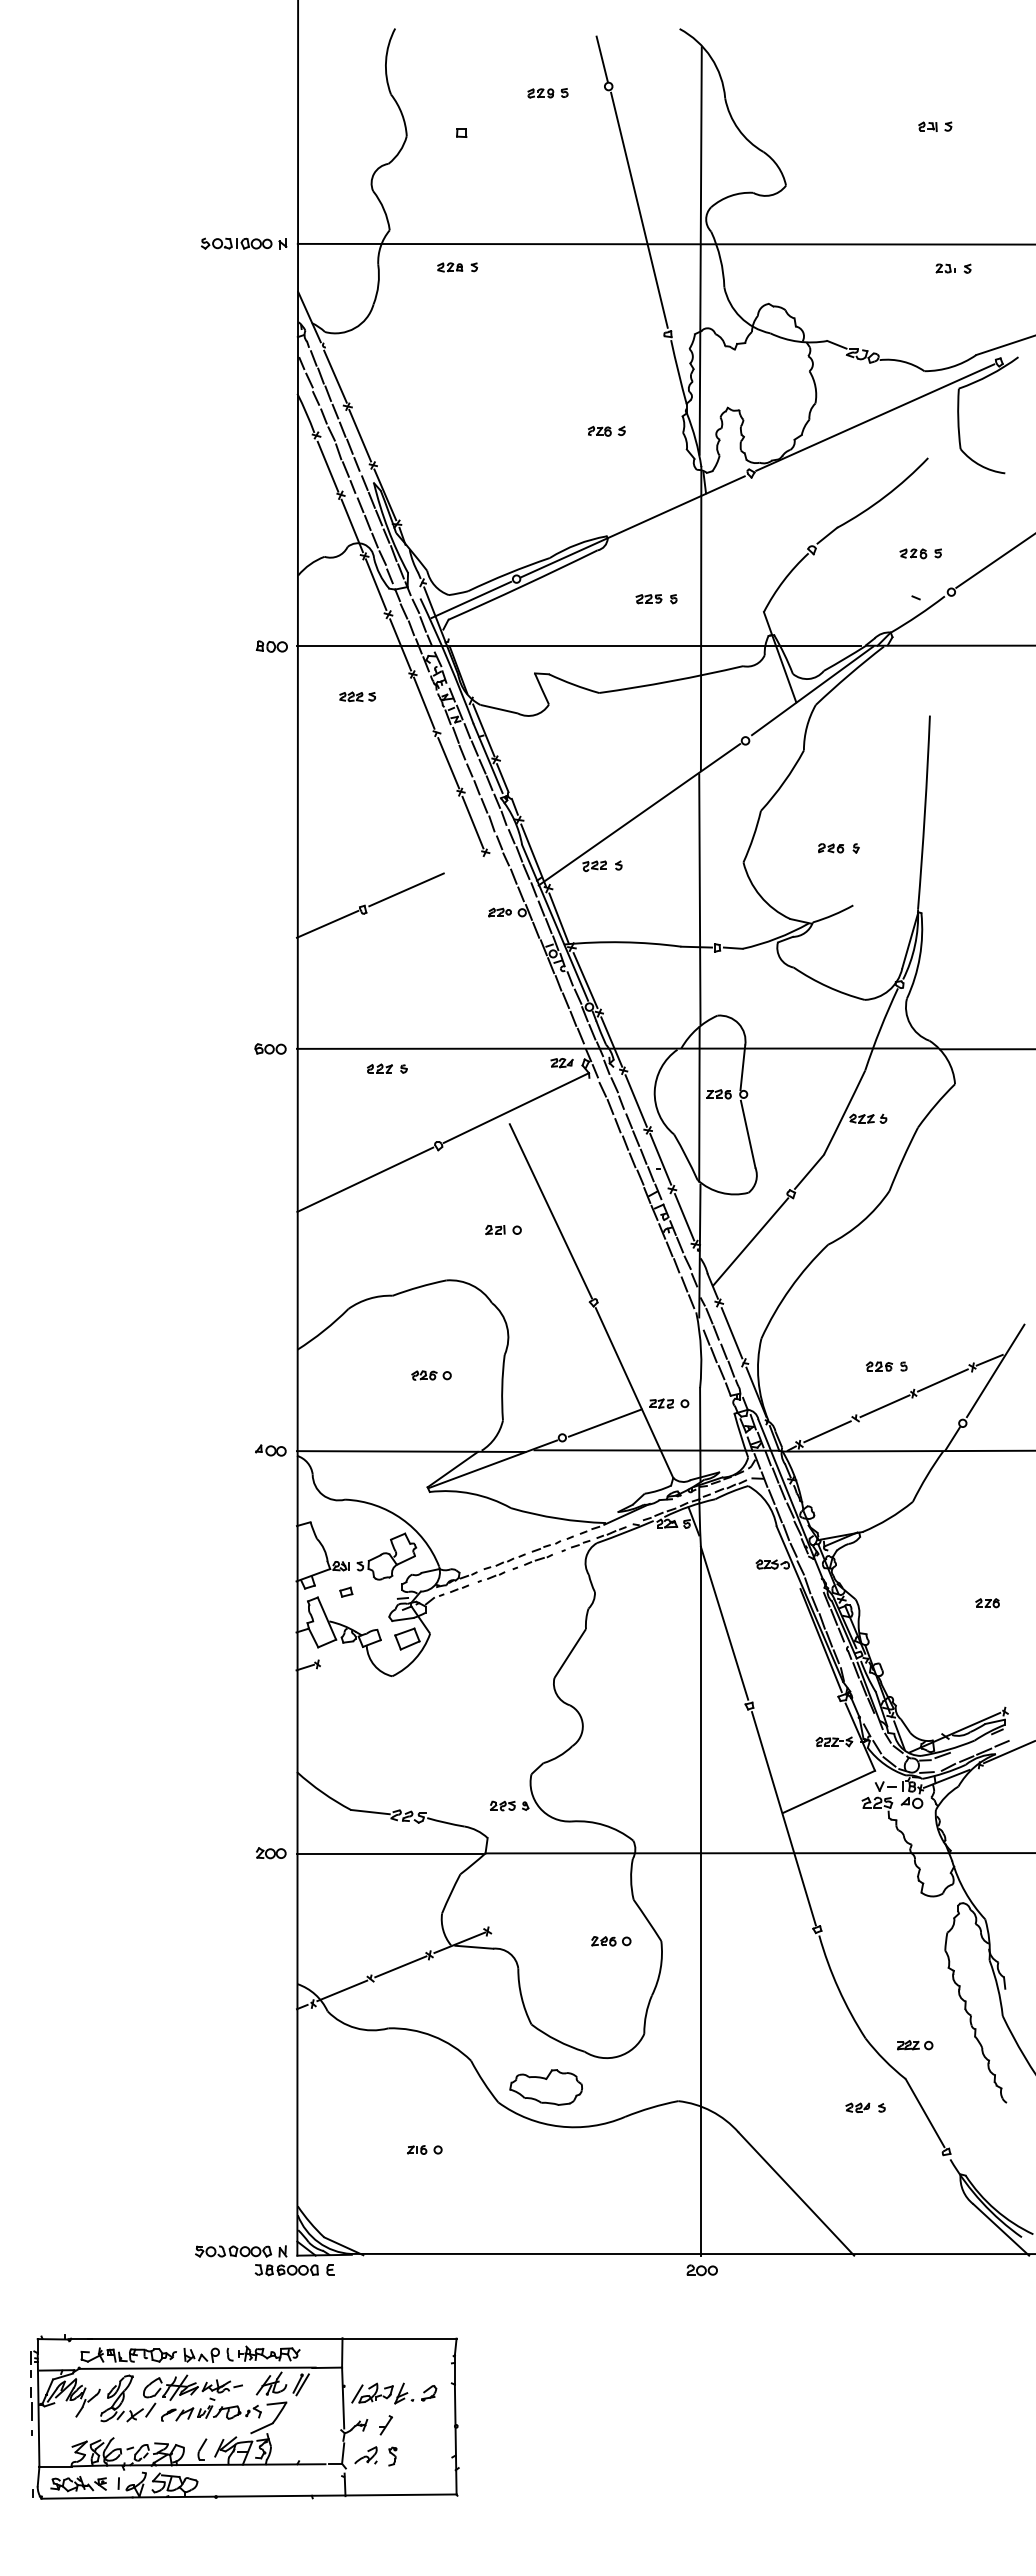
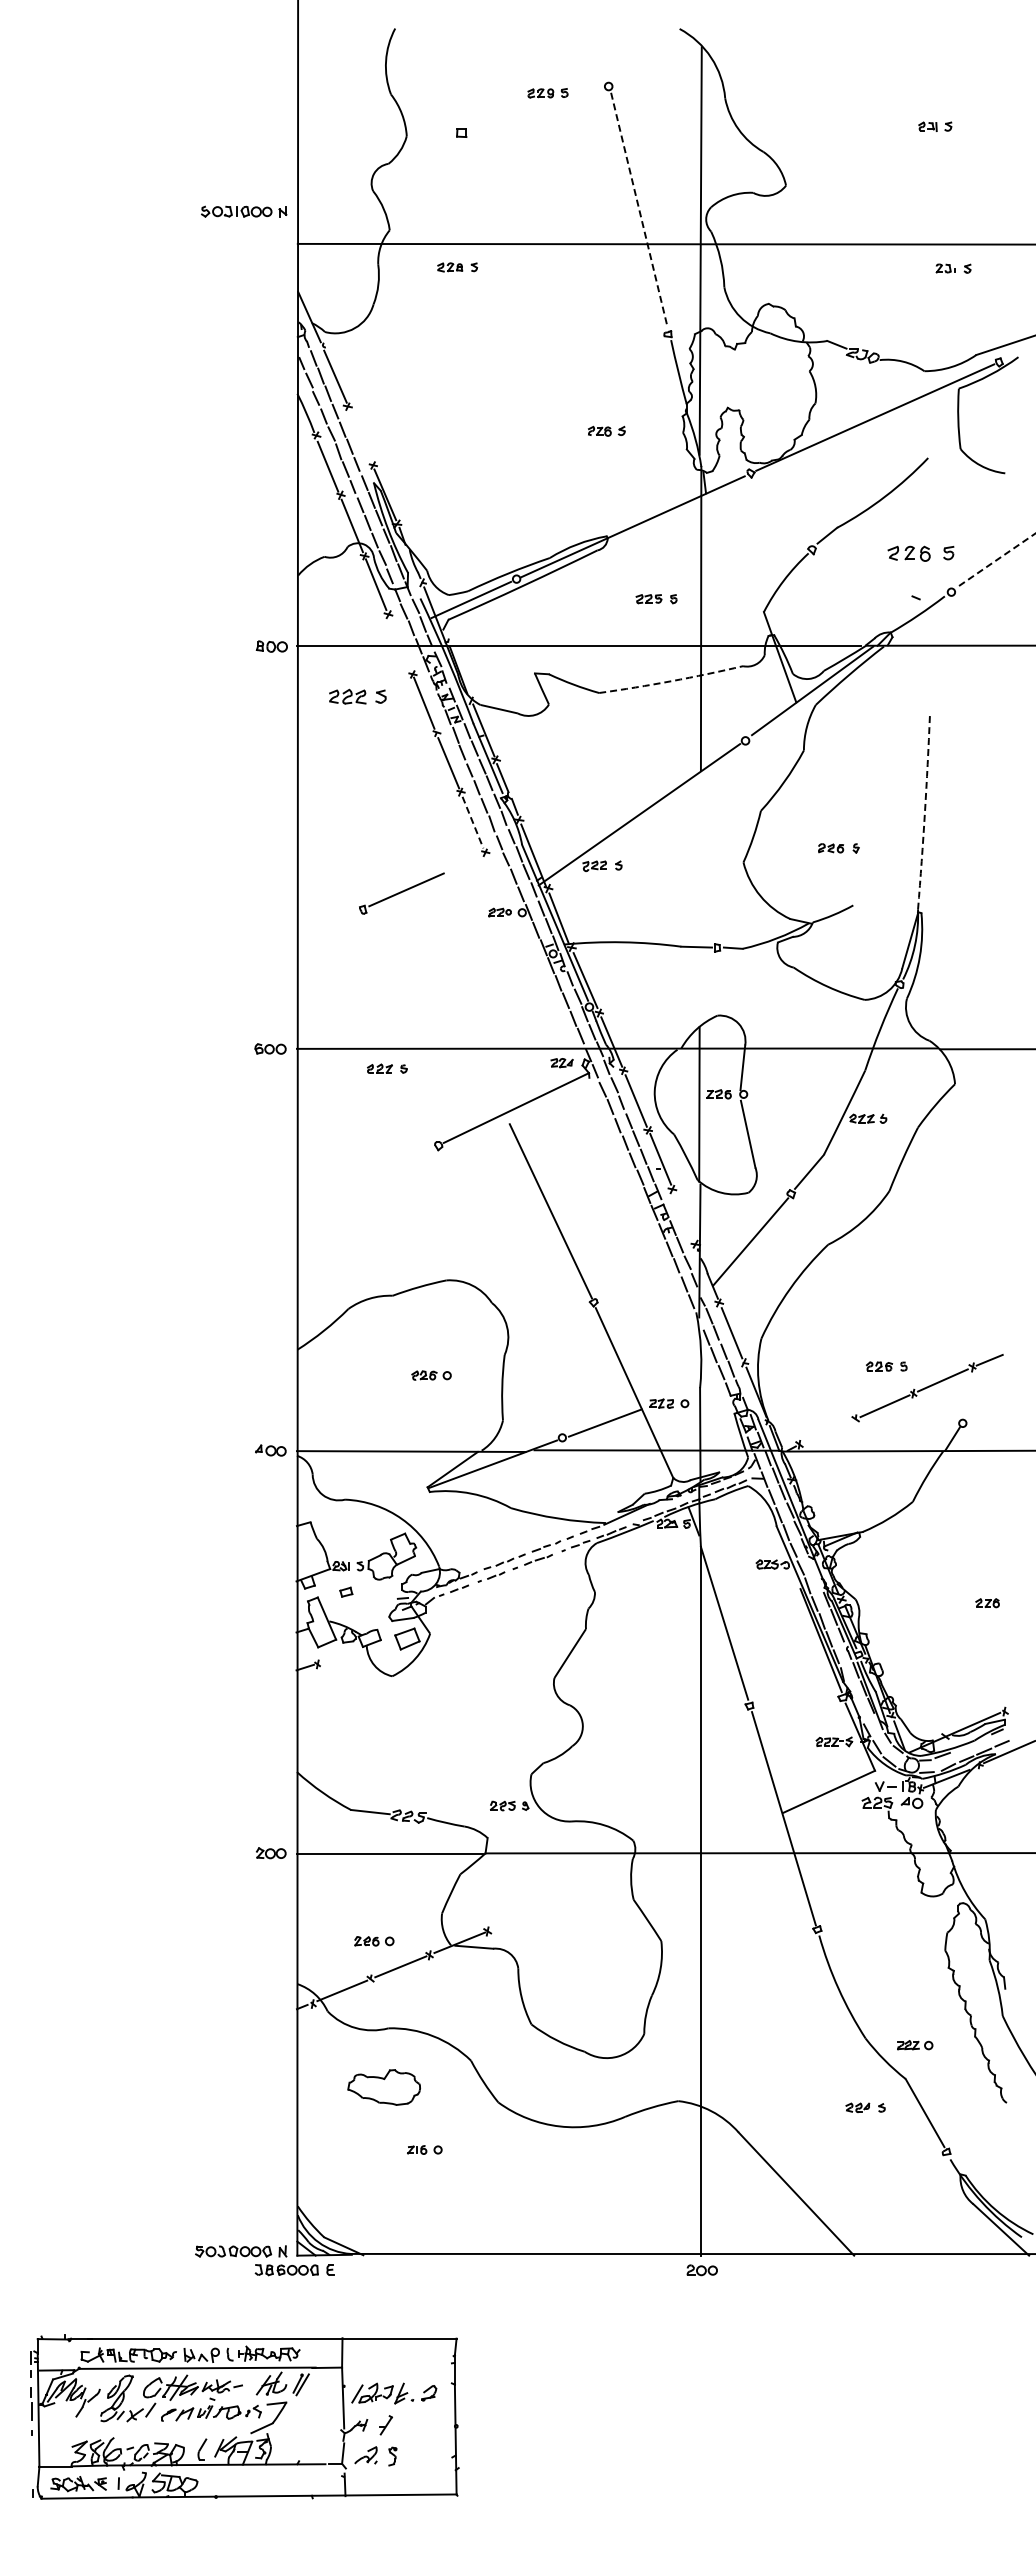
line at (601, 58): present -> none
line at (639, 210): solid -> dashed
part at (244, 243) position: (244, 243) -> (244, 211)
line at (360, 435): present -> none
part at (920, 553) size: 43x12 px -> 68x17 px
line at (995, 560): solid -> dashed
line at (400, 644): present -> none
arc at (671, 681): solid -> dashed
part at (357, 696) size: 37x12 px -> 58x17 px
arc at (924, 812): solid -> dashed
line at (472, 822): solid -> dashed
line at (699, 899): present -> none
line at (327, 923): present -> none
line at (365, 1179): present -> none
line at (684, 1217): present -> none
part at (503, 1230): present -> none
line at (995, 1370): present -> none
line at (827, 1431): present -> none
part at (611, 1941) position: (611, 1941) -> (374, 1941)
part at (545, 2087) position: (545, 2087) -> (383, 2087)
